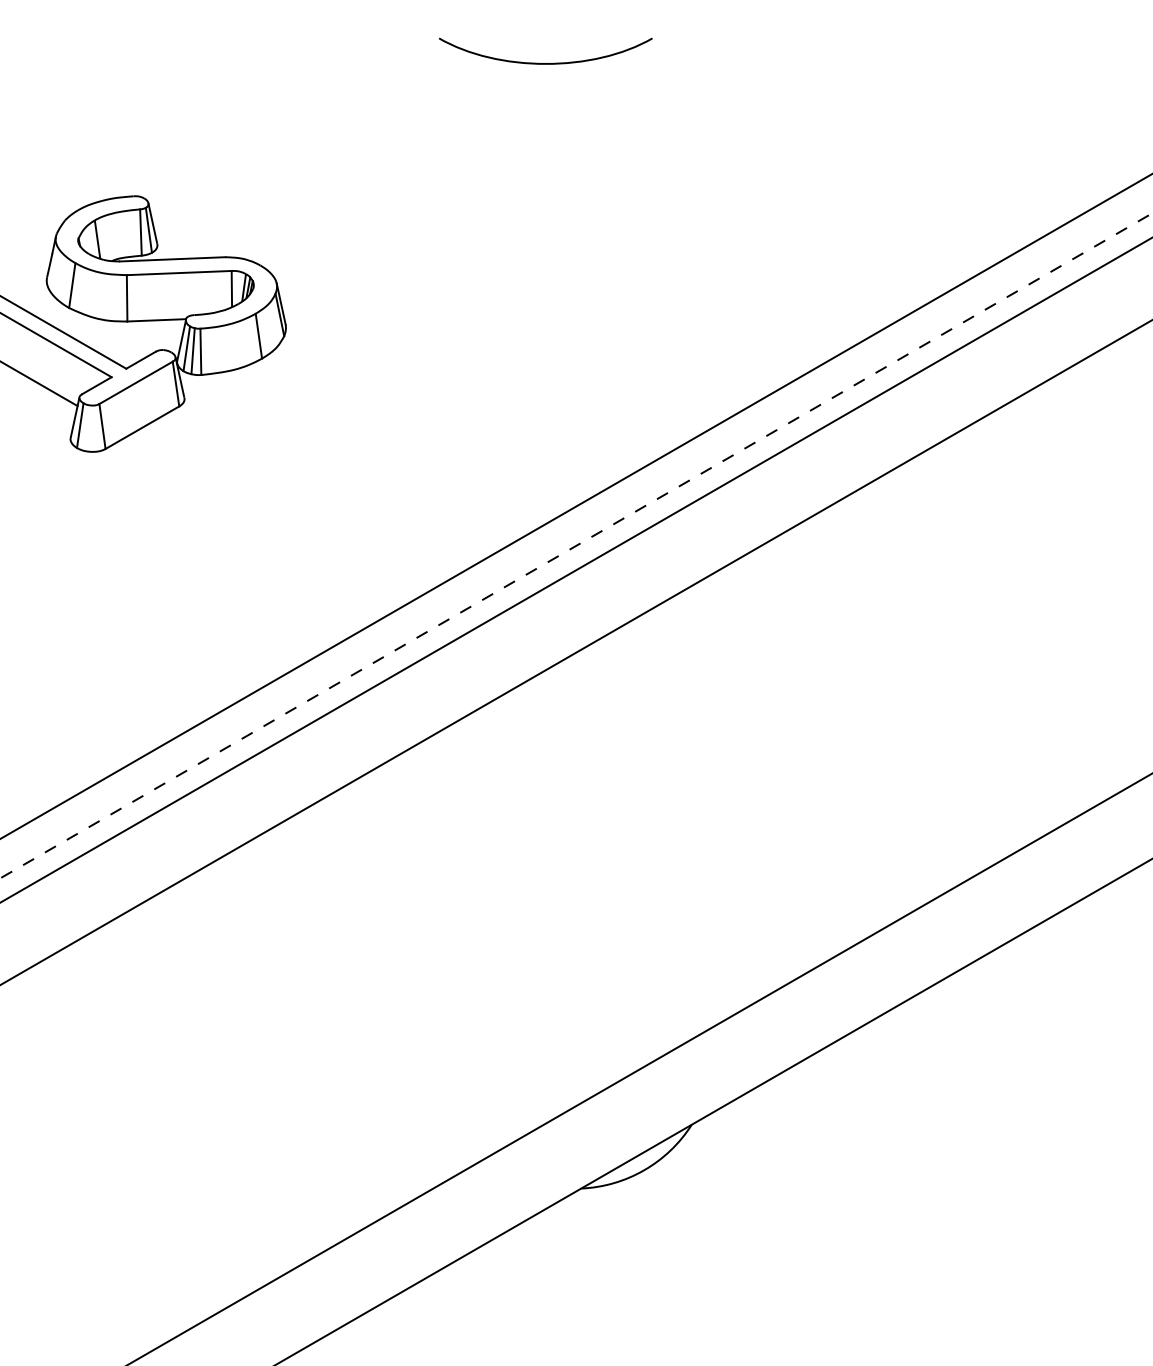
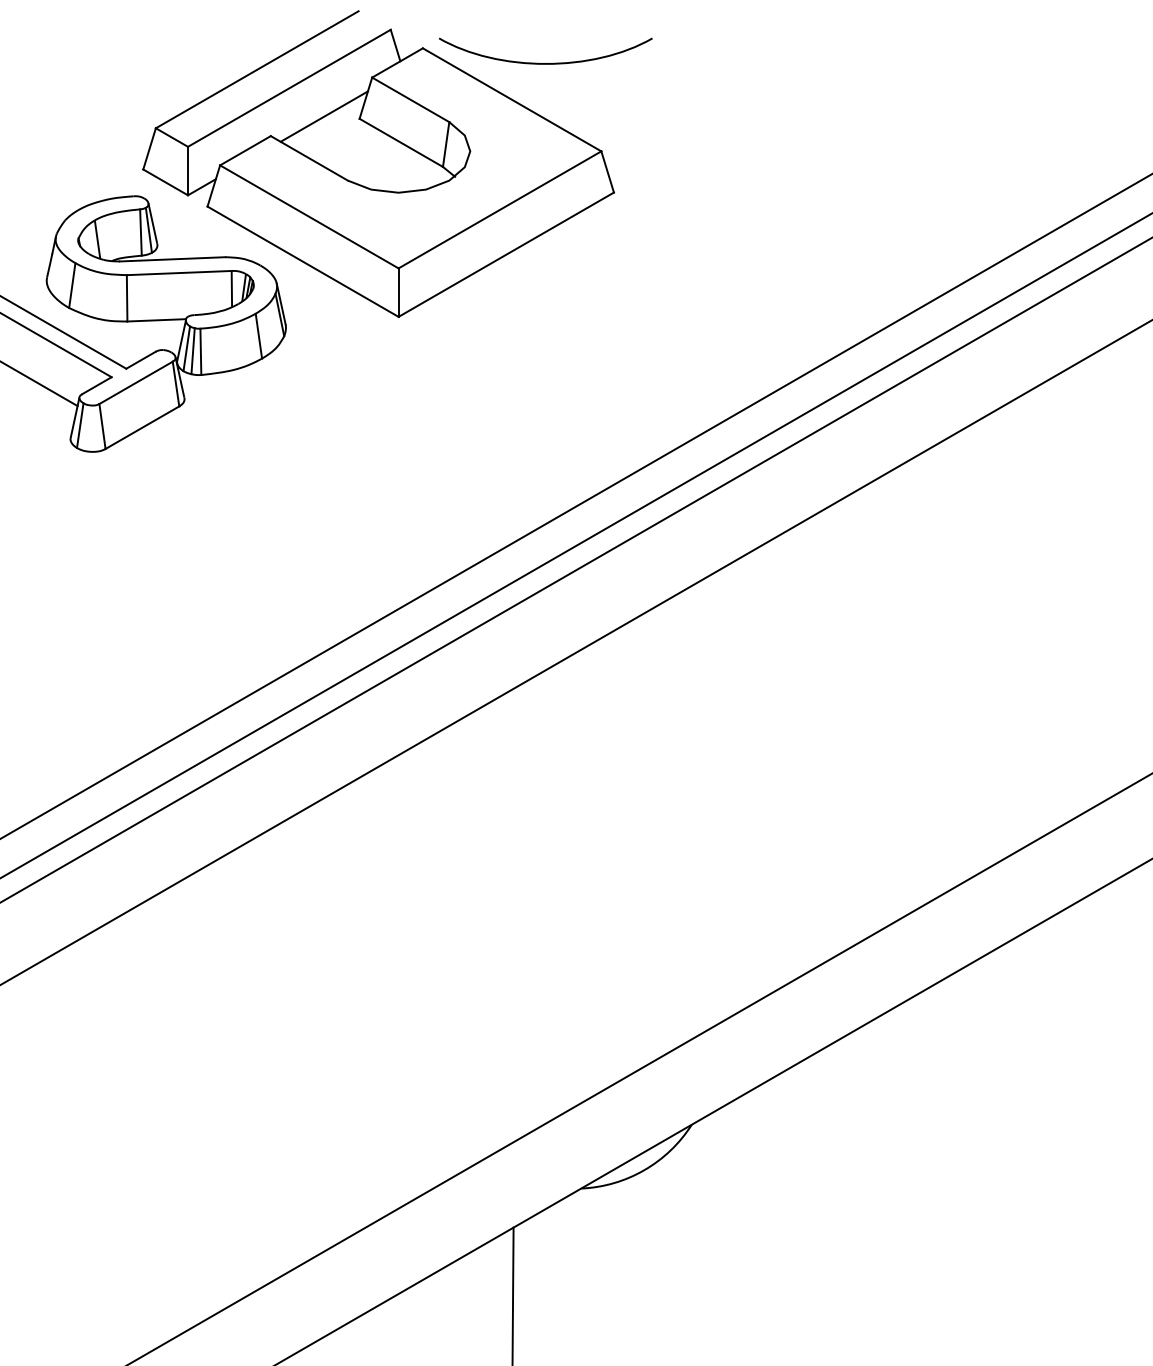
part at (378, 163): none -> present
line at (576, 545): dashed -> solid
line at (512, 1294): none -> present
